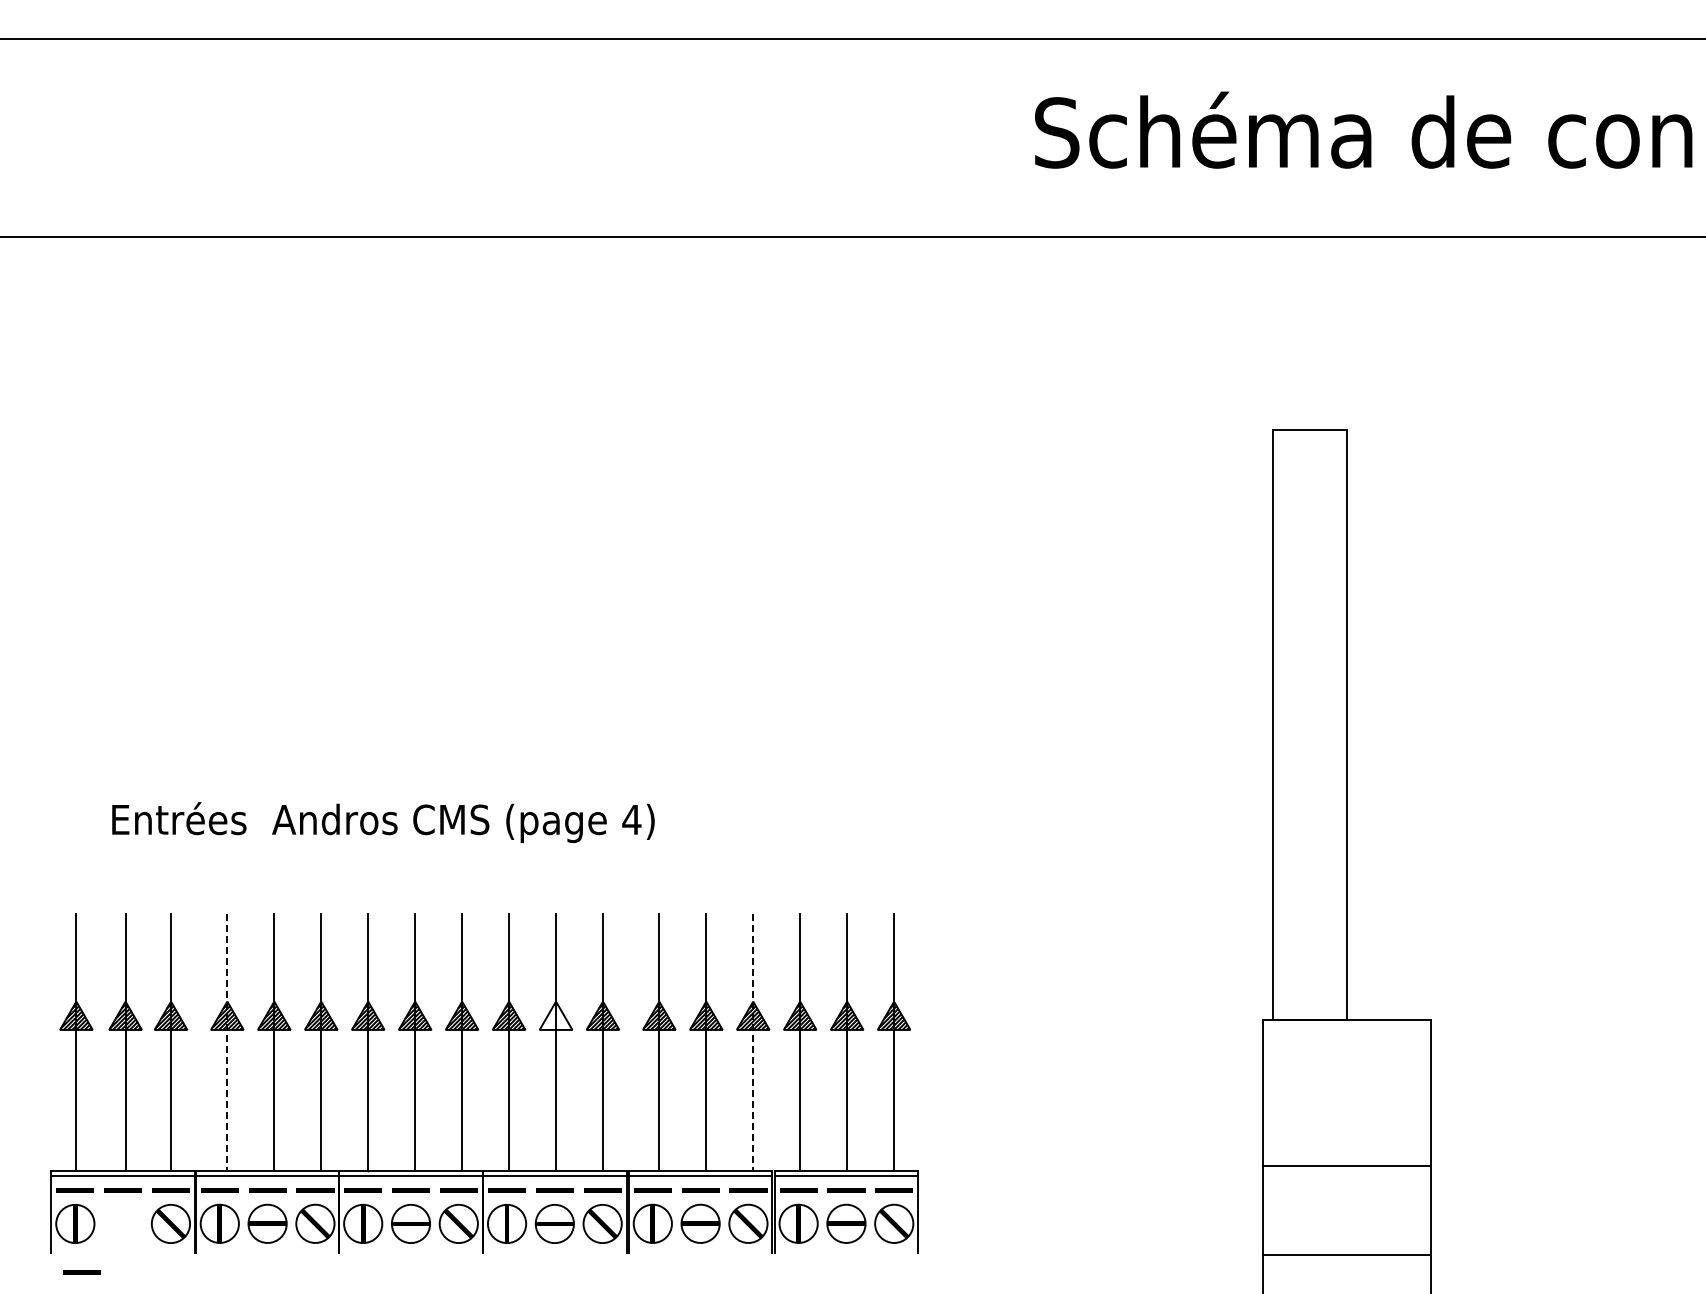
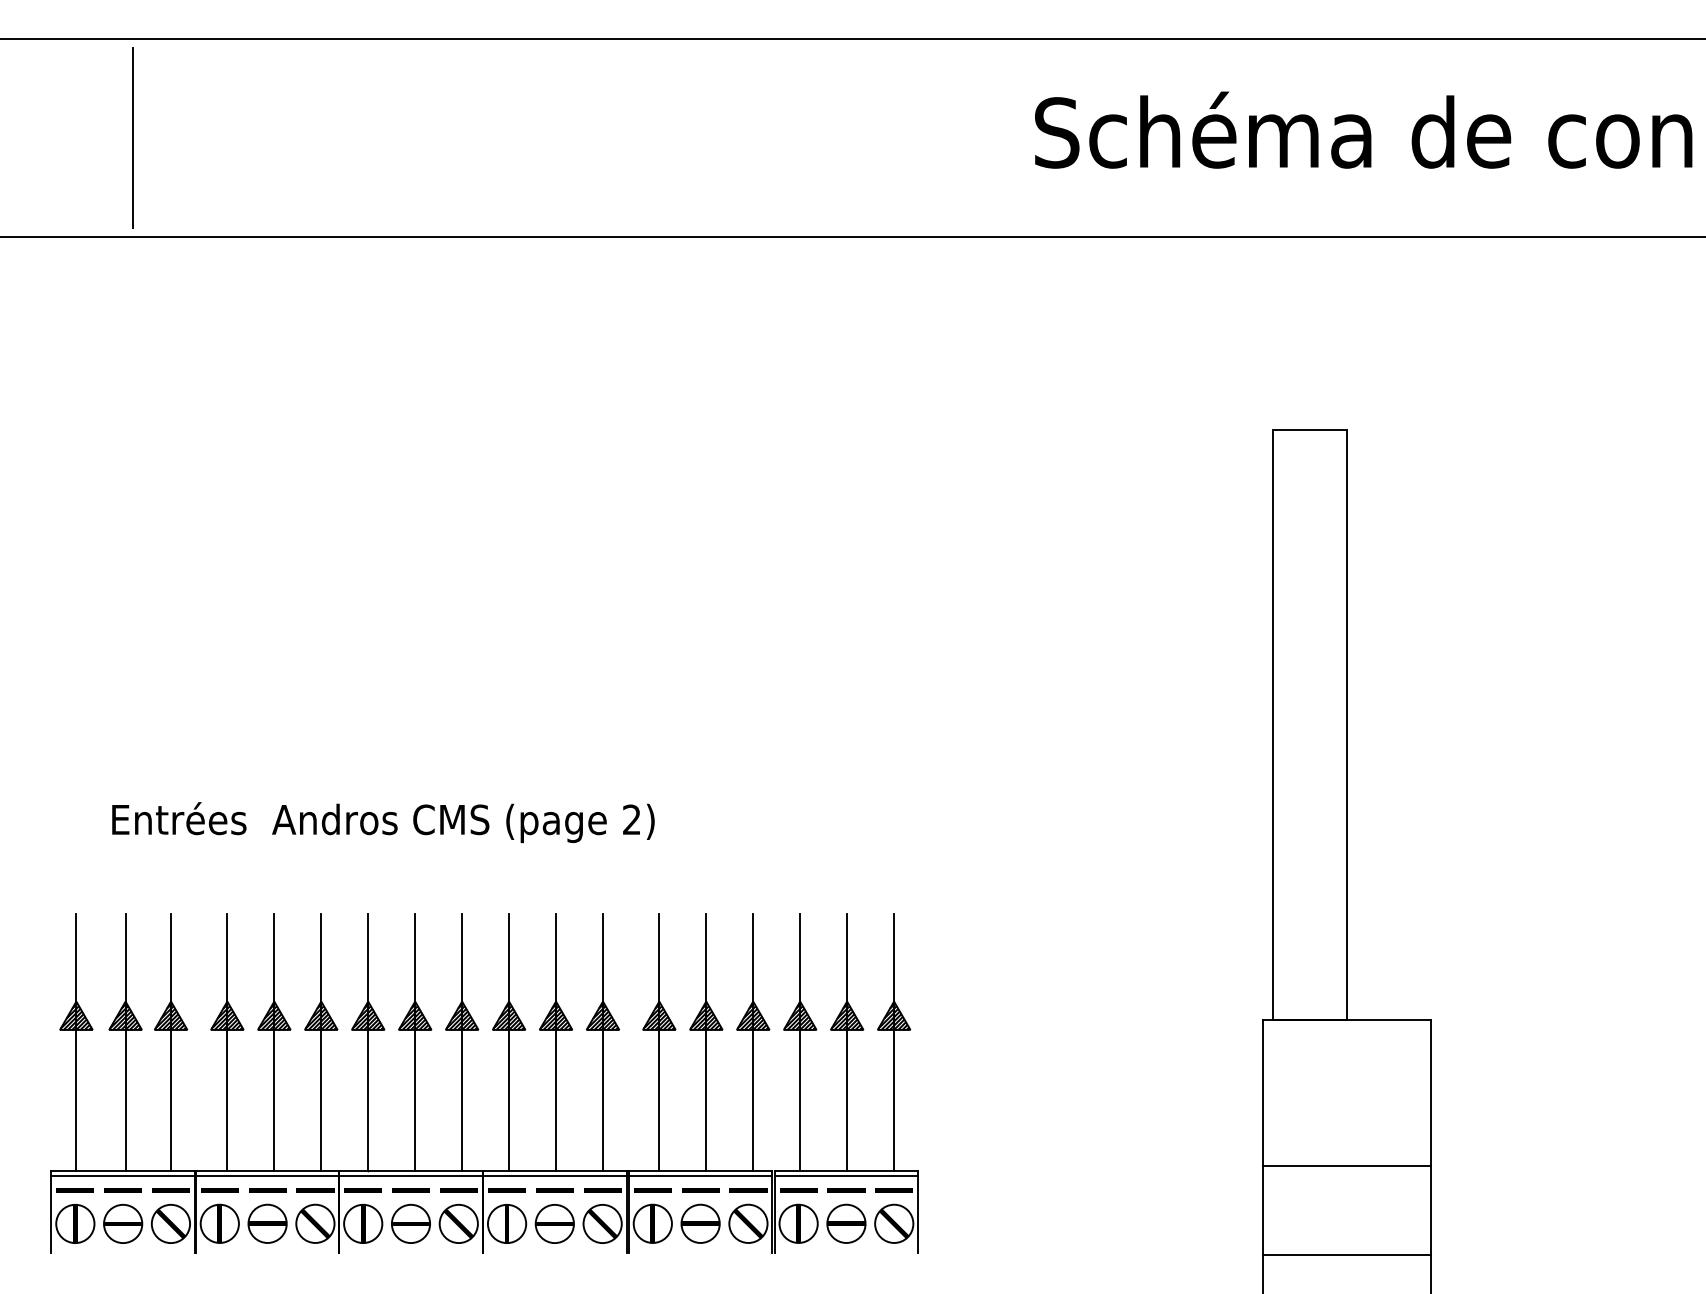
line at (132, 137): none -> present
text at (631, 819): 4) -> 2)
hatch at (555, 1016): none -> present
line at (227, 1042): dashed -> solid
line at (753, 1042): dashed -> solid
part at (123, 1223): none -> present
line at (81, 1272): present -> none
